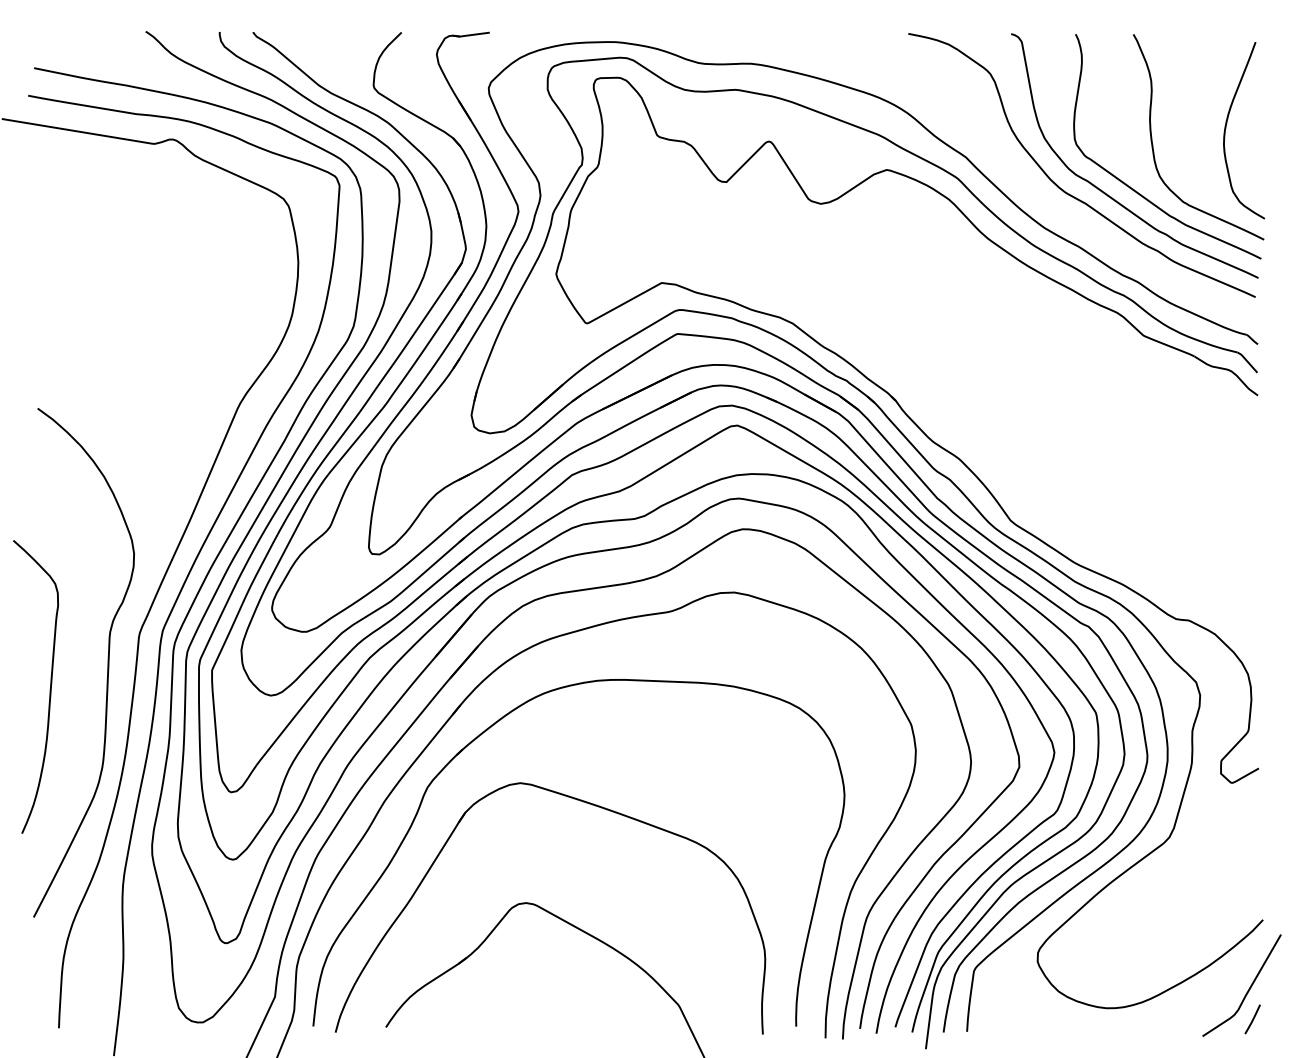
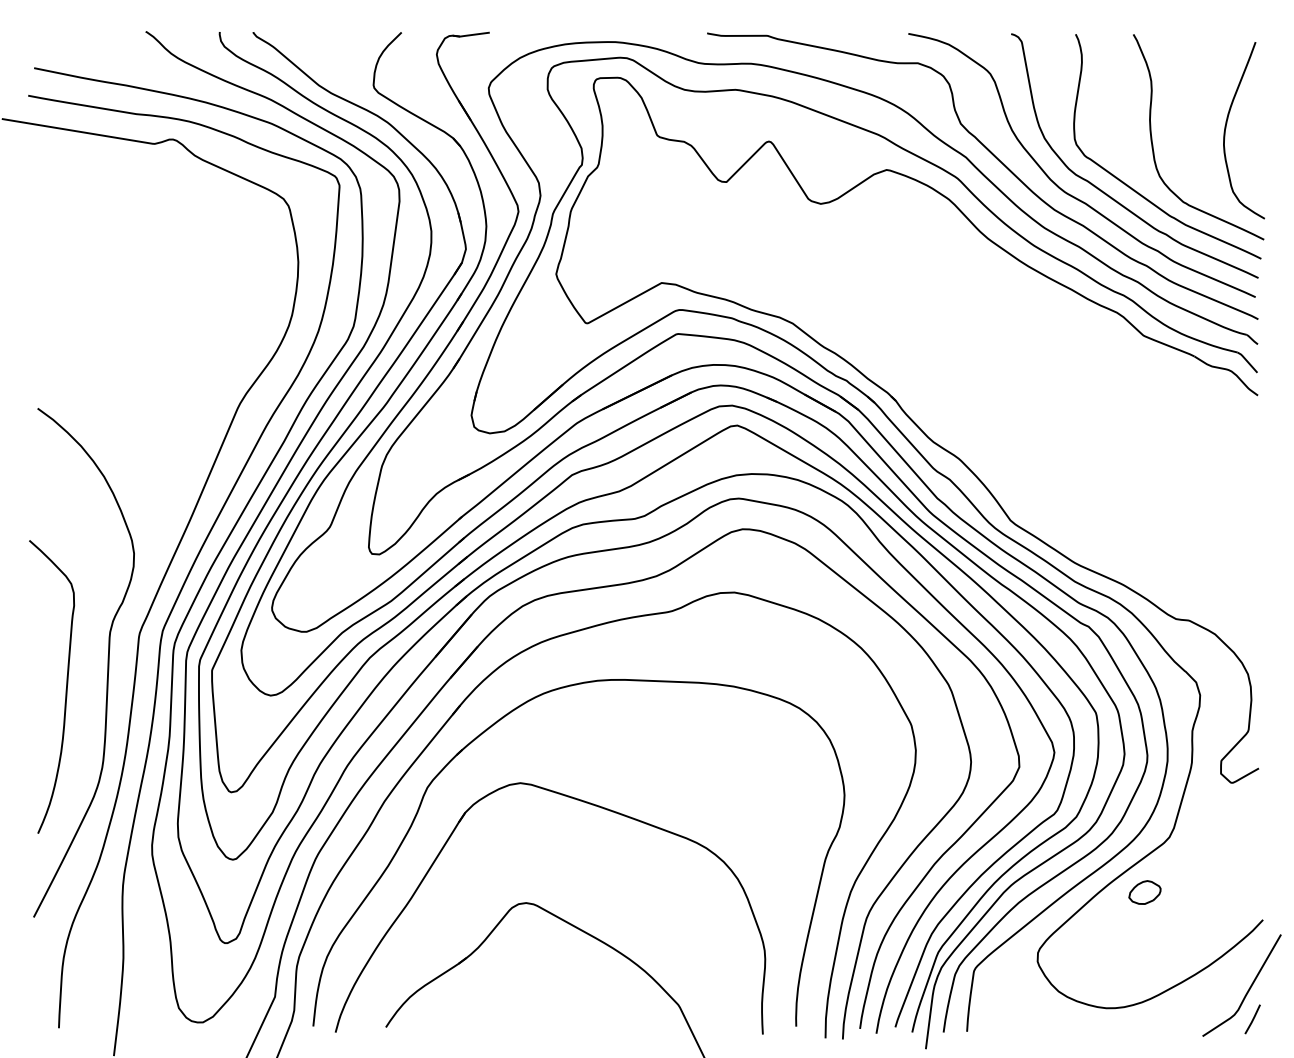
curve at (997, 160): none -> present
curve at (49, 689) position: (49, 689) -> (65, 689)
part at (1144, 892): none -> present
